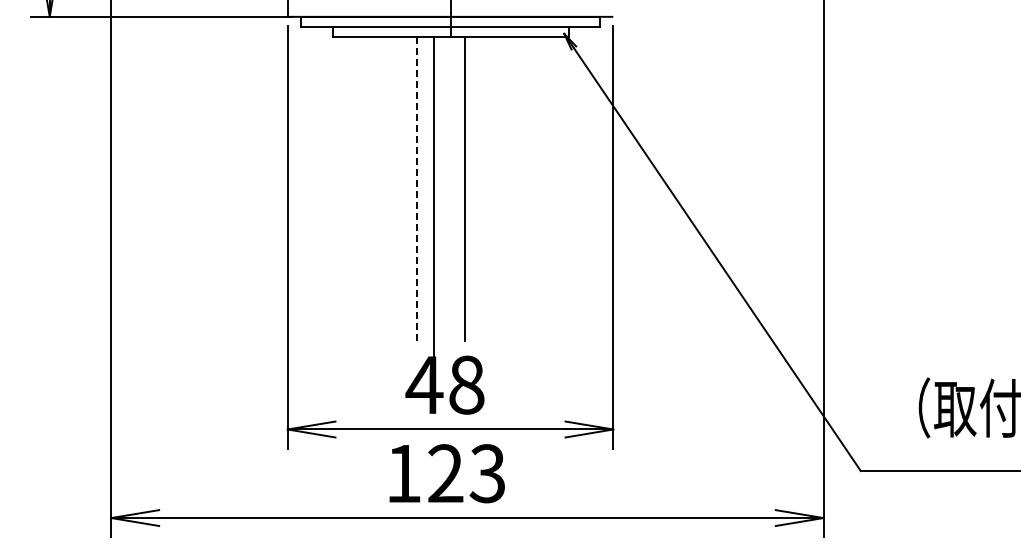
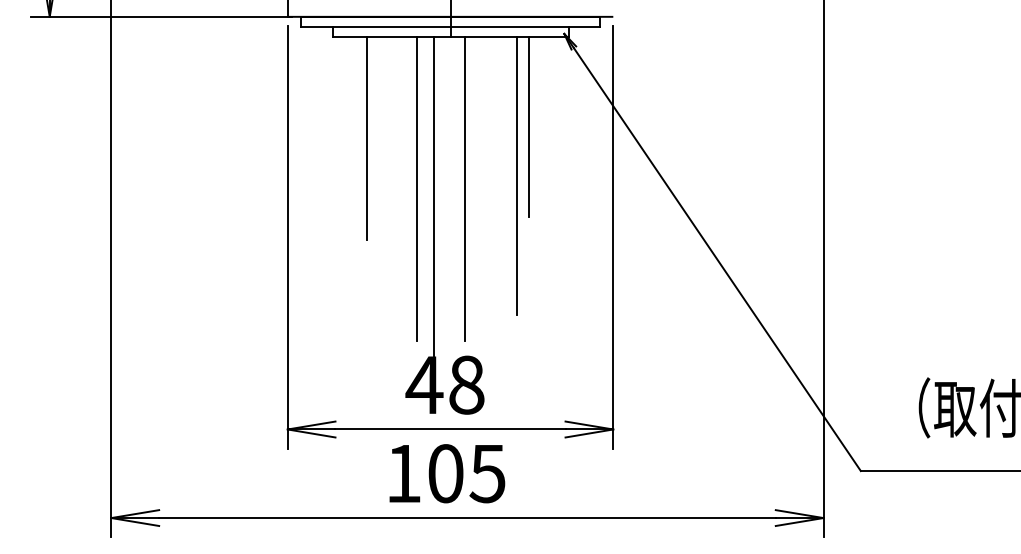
line at (528, 127): none -> present
line at (366, 138): none -> present
line at (516, 175): none -> present
line at (416, 189): dashed -> solid
text at (466, 473): 123 -> 105
